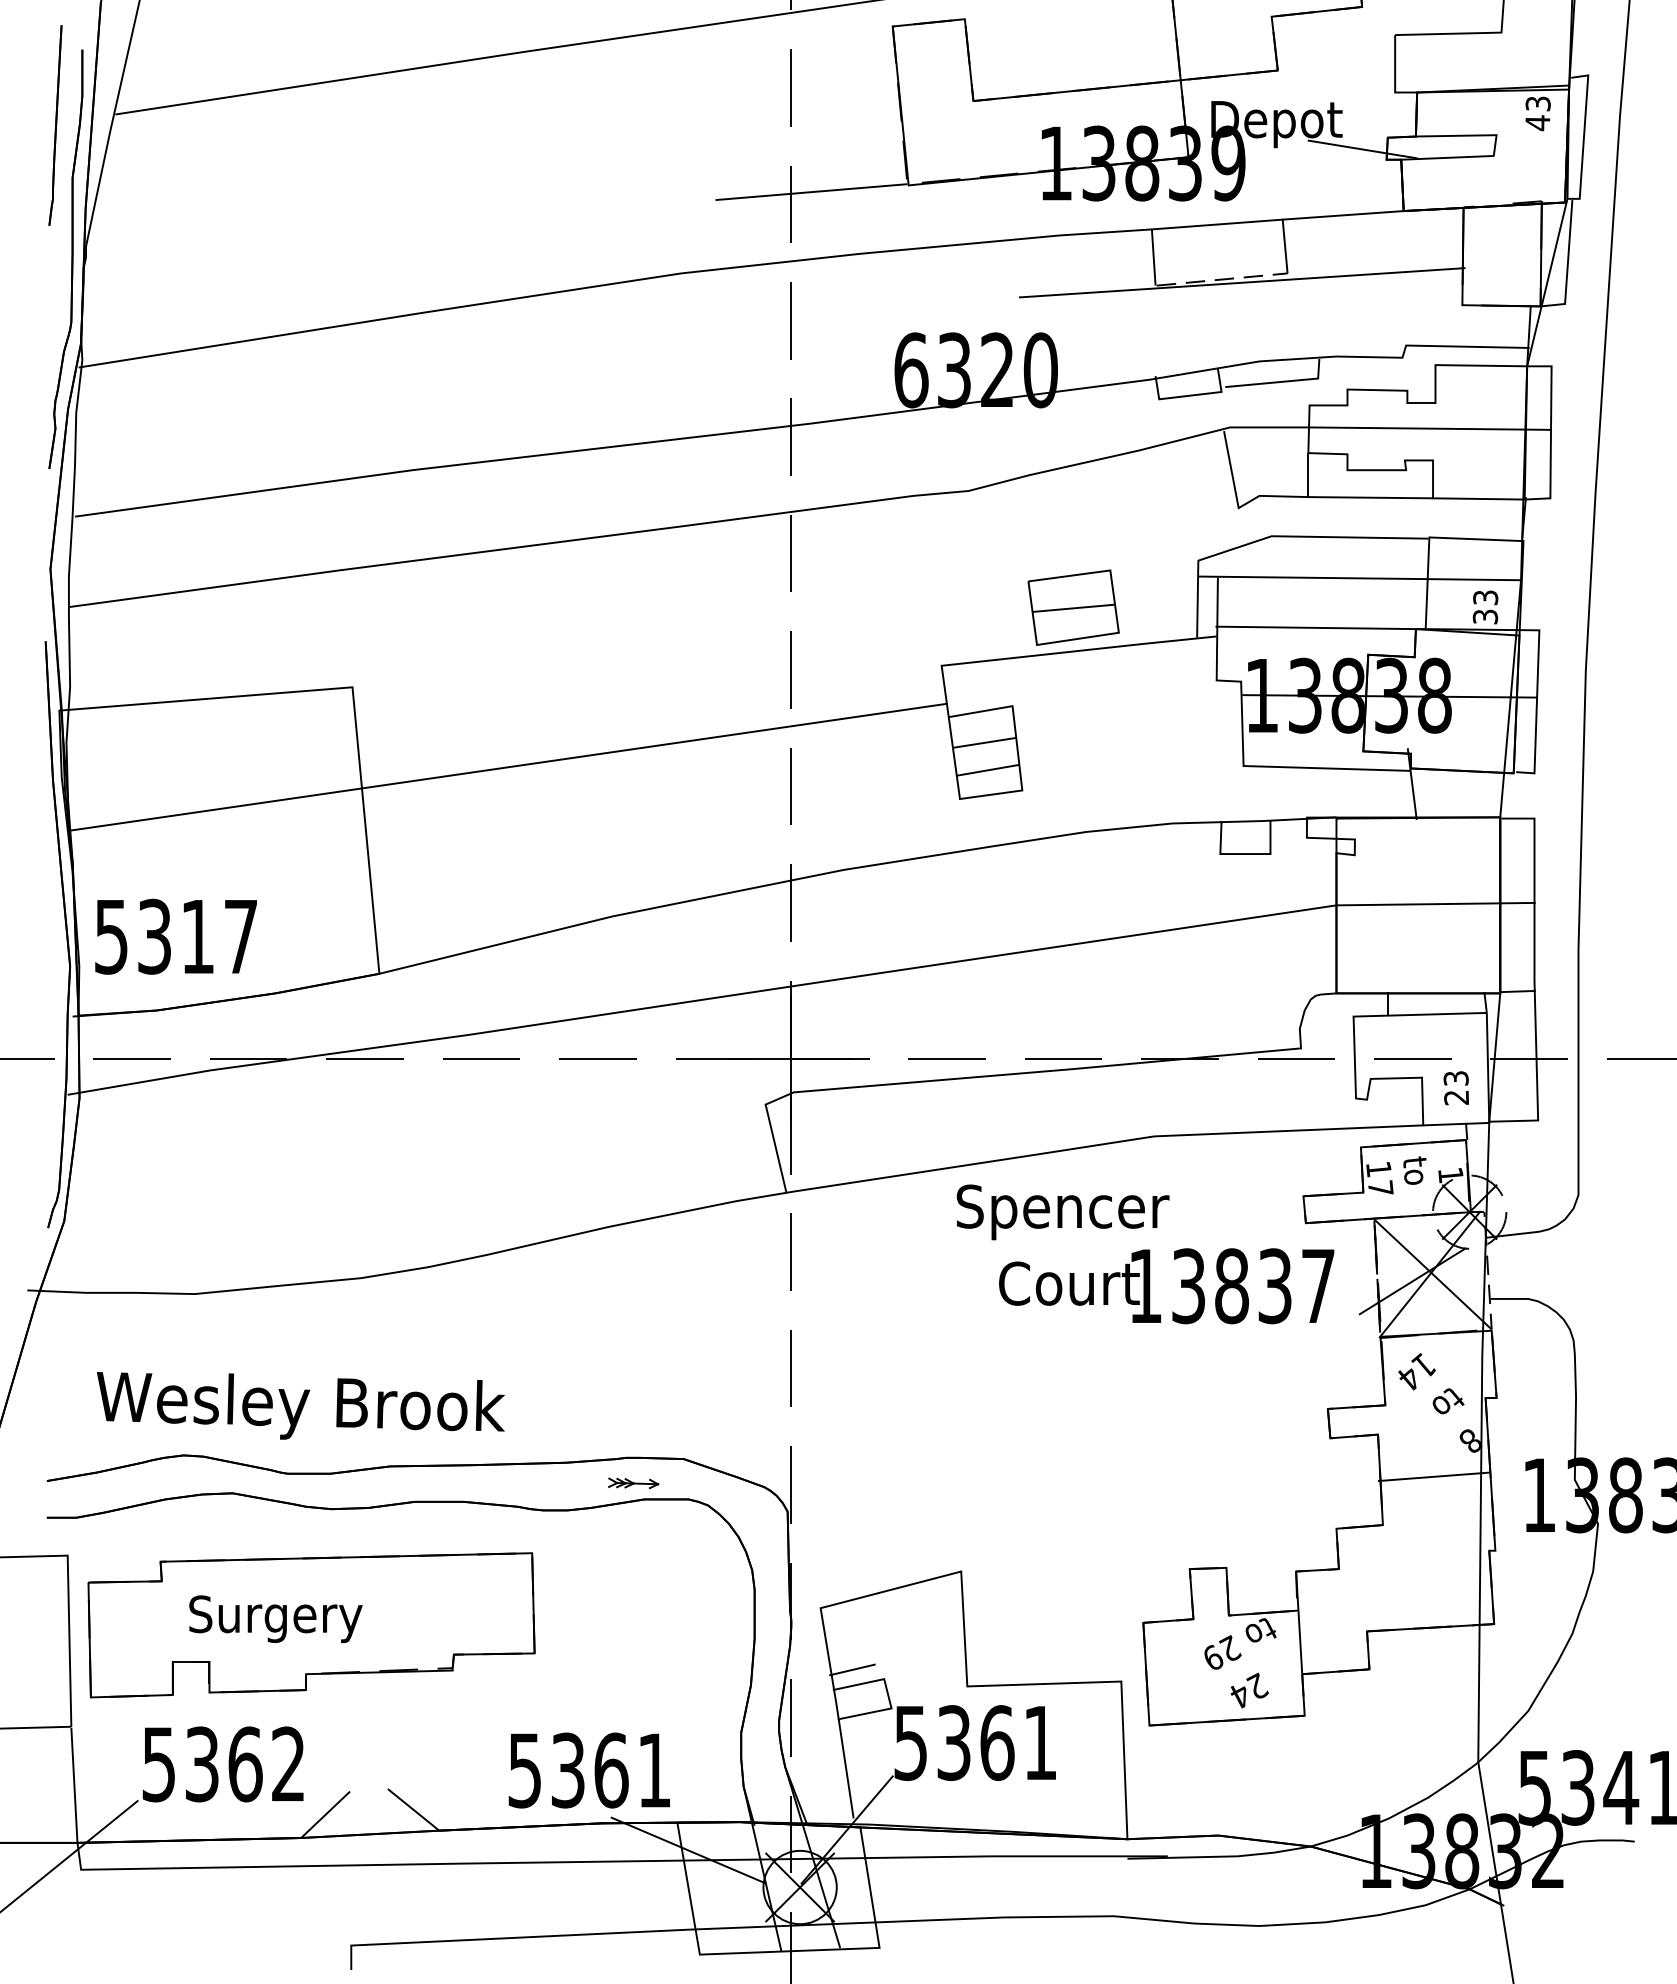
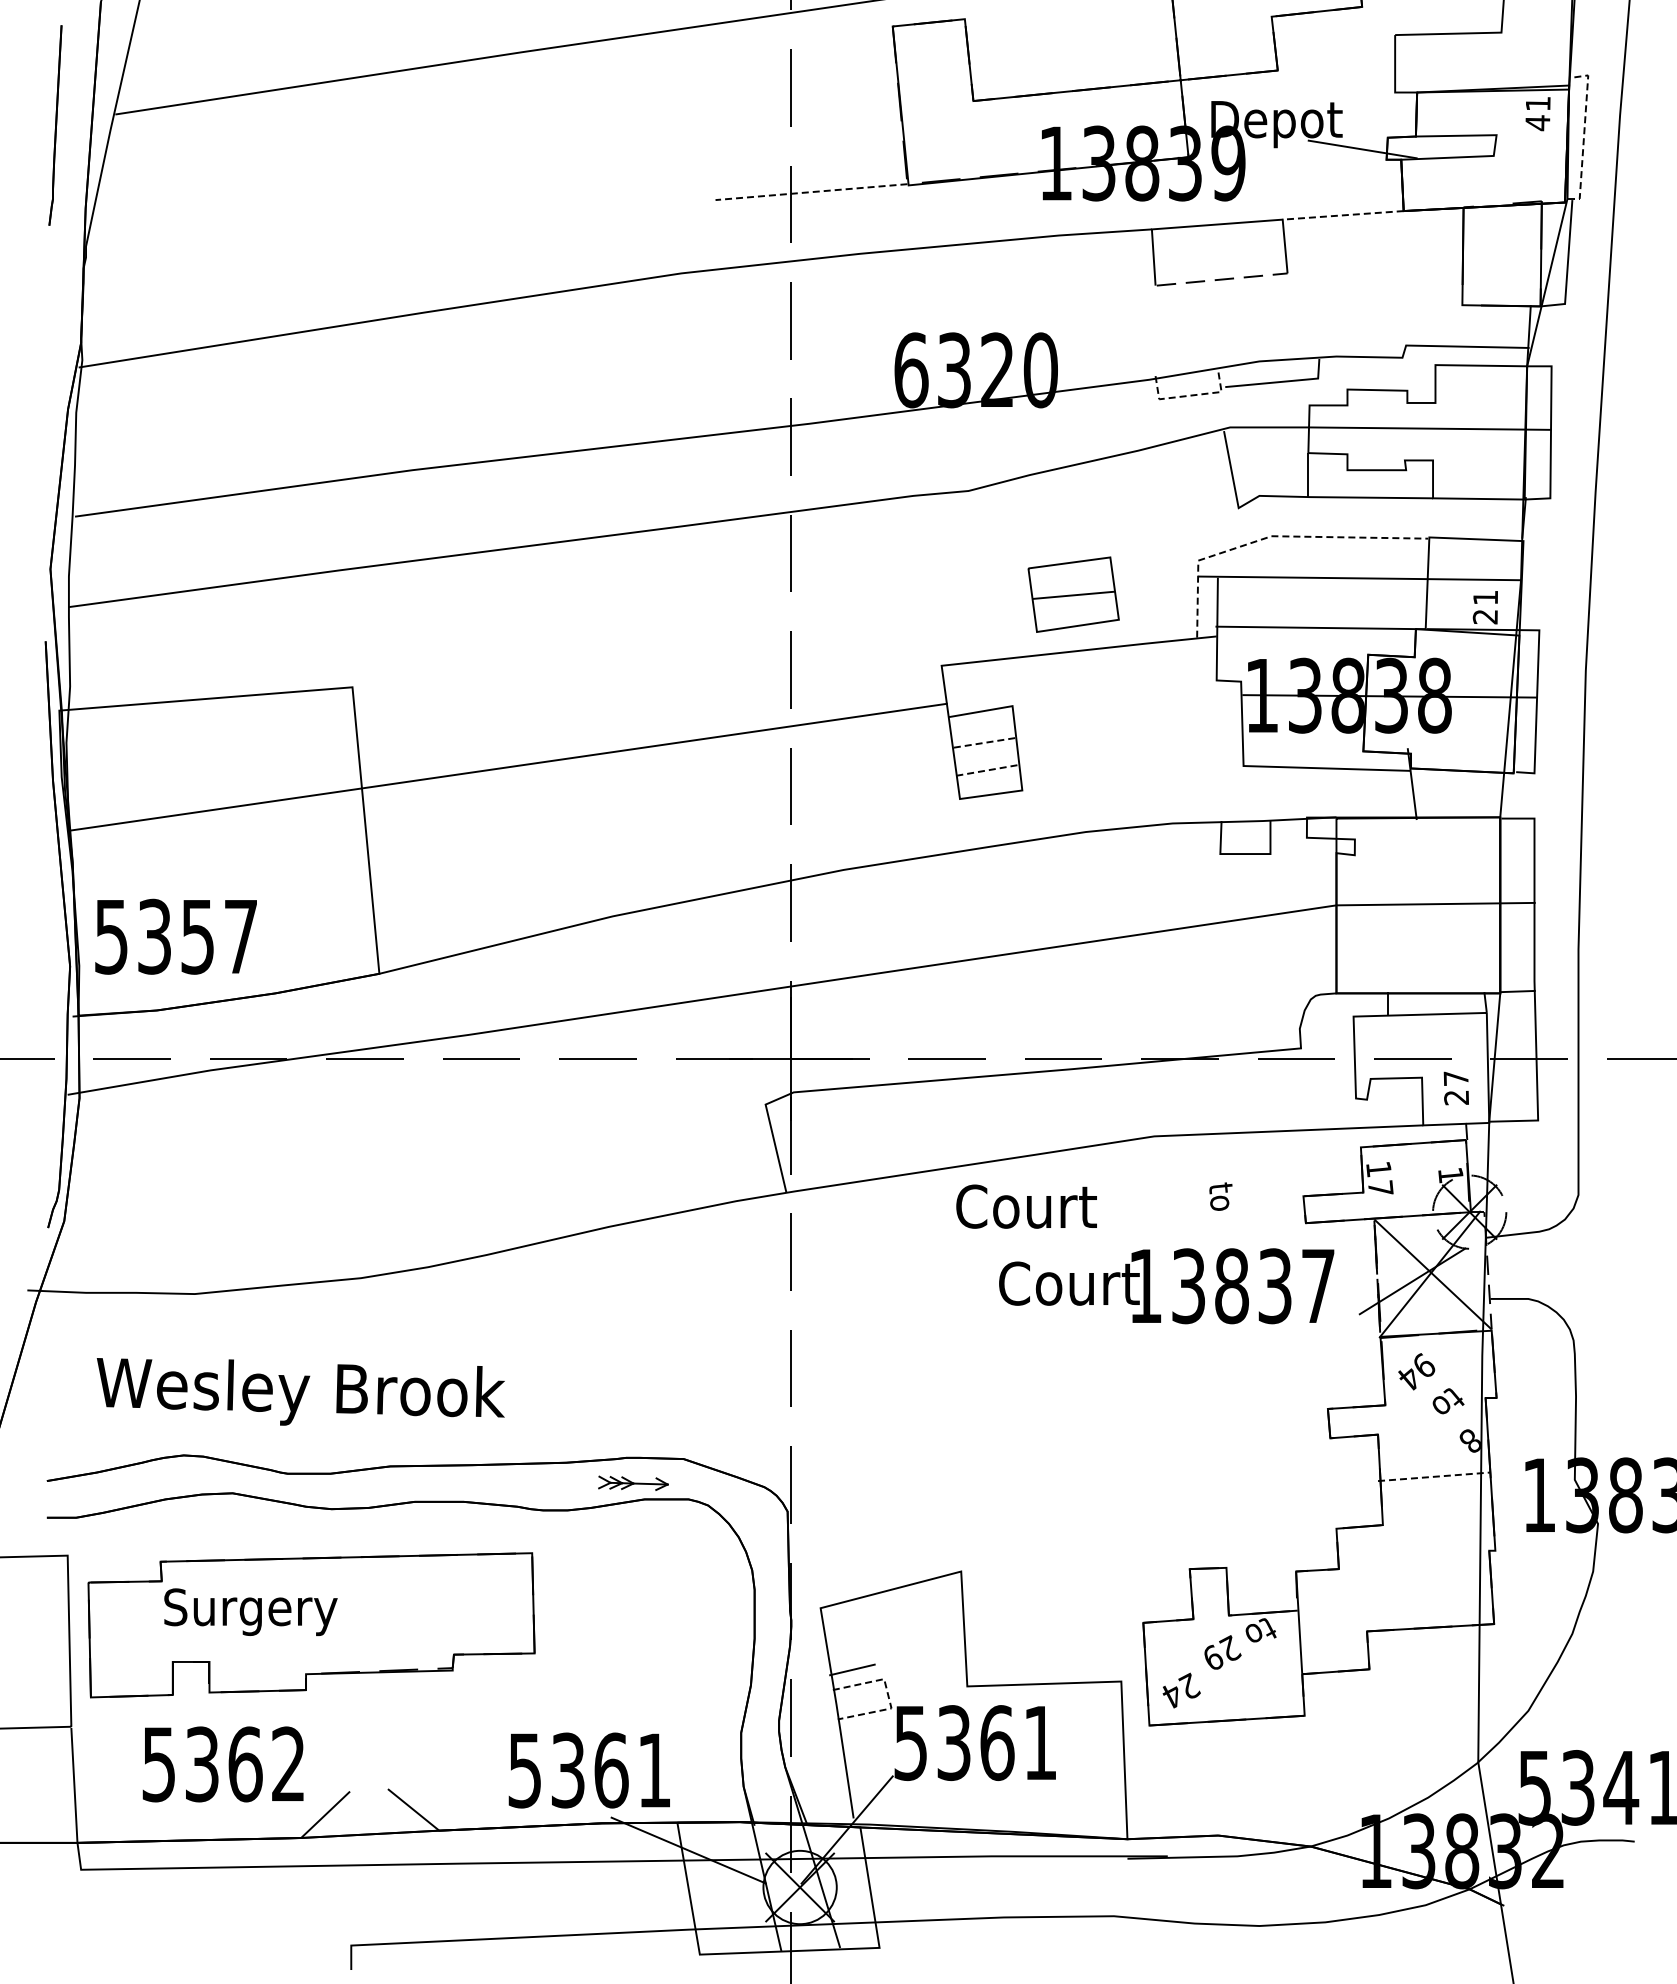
text at (1537, 103): 43 -> 41
line at (1584, 134): solid -> dashed
line at (810, 192): solid -> dashed
line at (1343, 215): solid -> dashed
part at (65, 258): present -> none
line at (1242, 282): present -> none
line at (1190, 395): solid -> dashed
line at (1271, 536): solid -> dashed
part at (1073, 607) position: (1073, 607) -> (1073, 594)
text at (1485, 607): 33 -> 21
line at (985, 742): solid -> dashed
line at (988, 770): solid -> dashed
text at (197, 937): 5317 -> 5357
text at (1455, 1078): 23 -> 27
text at (1414, 1170) position: (1414, 1170) -> (1220, 1196)
text at (1062, 1212): Spencer -> Court
text at (1423, 1364): 14 -> 94
text at (300, 1405) position: (300, 1405) -> (300, 1391)
line at (1434, 1476): solid -> dashed
part at (633, 1483) size: 52x13 px -> 71x16 px
text at (275, 1618) position: (275, 1618) -> (250, 1611)
text at (1249, 1690) position: (1249, 1690) -> (1181, 1690)
line at (888, 1695): solid -> dashed
line at (69, 1855): present -> none
